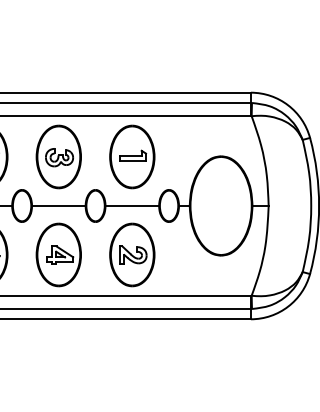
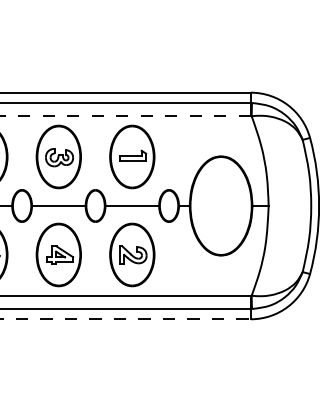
line at (125, 116): solid -> dashed
line at (126, 319): solid -> dashed
